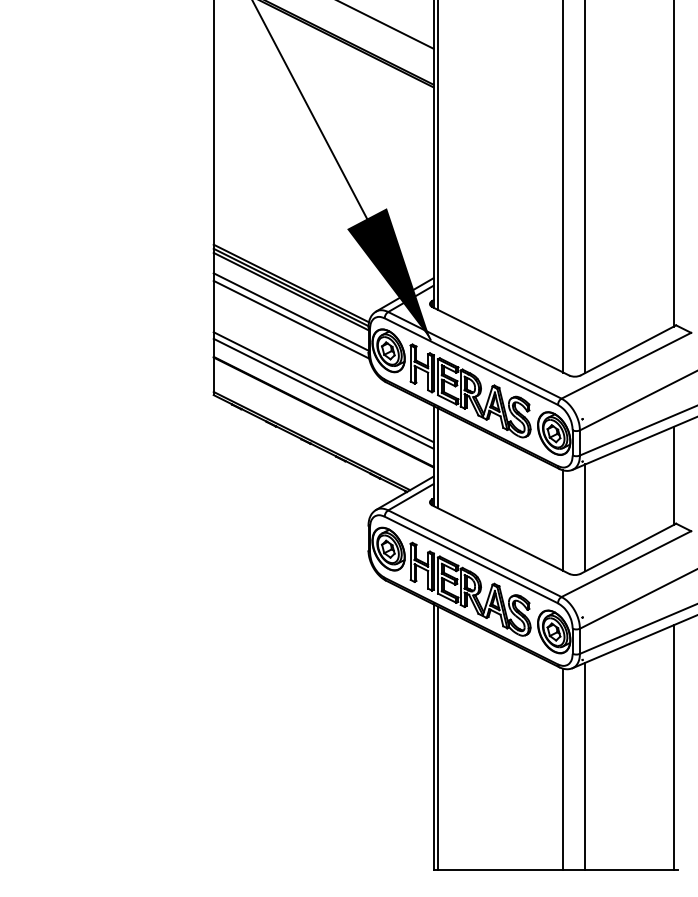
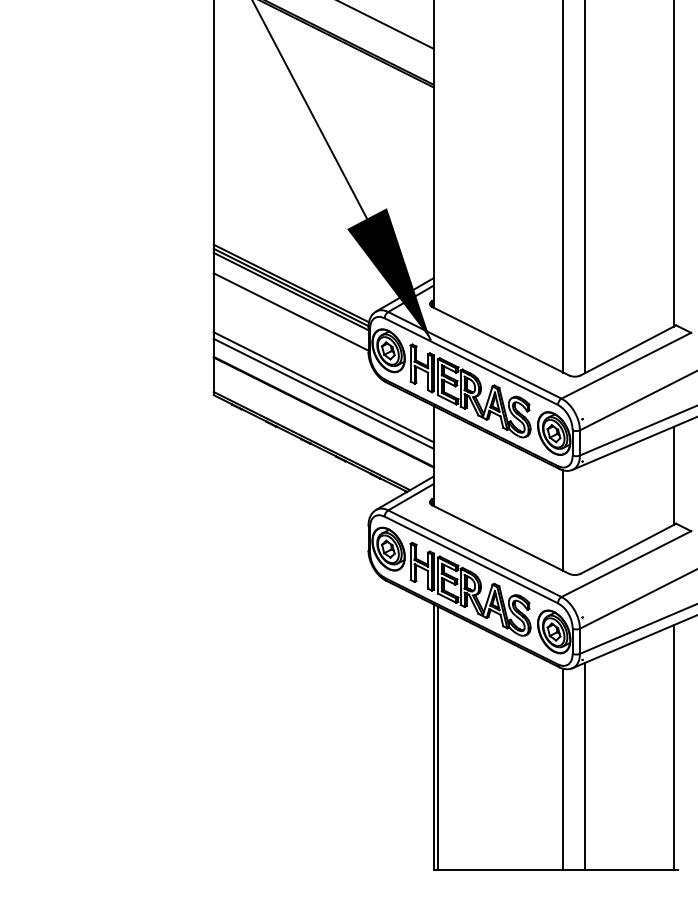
line at (438, 156): present -> none
line at (291, 319): present -> none
line at (438, 458): present -> none
line at (585, 517): present -> none
